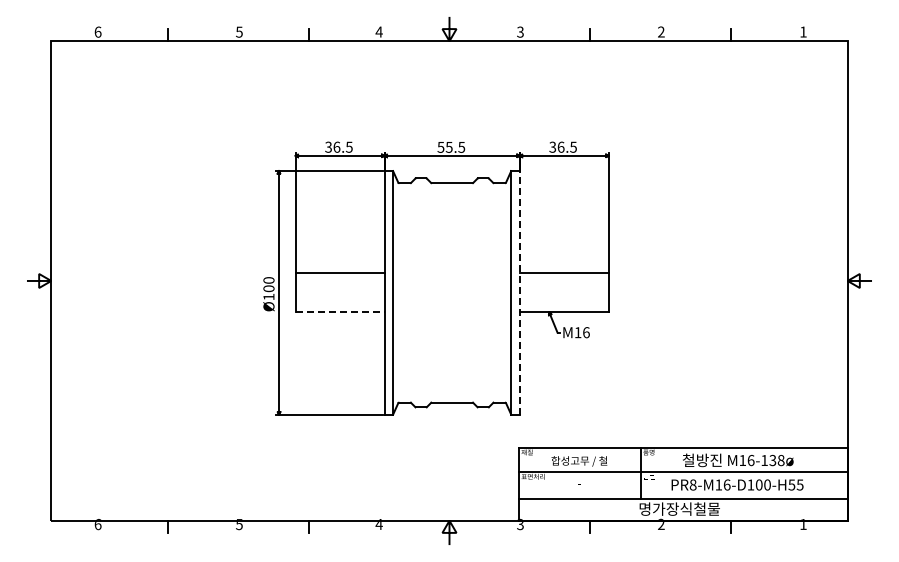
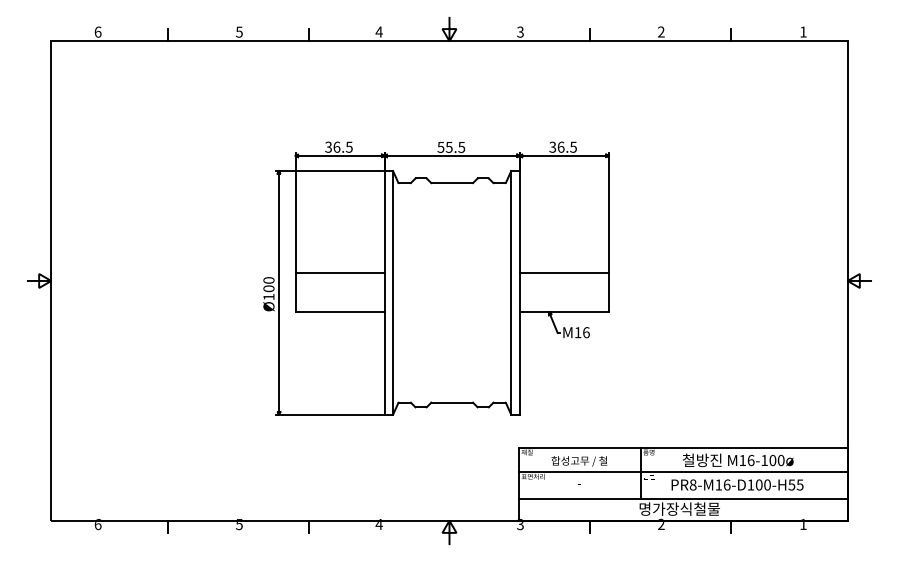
line at (519, 292): dashed -> solid
line at (340, 312): dashed -> solid
text at (776, 460): M16-138ø -> M16-100ø
